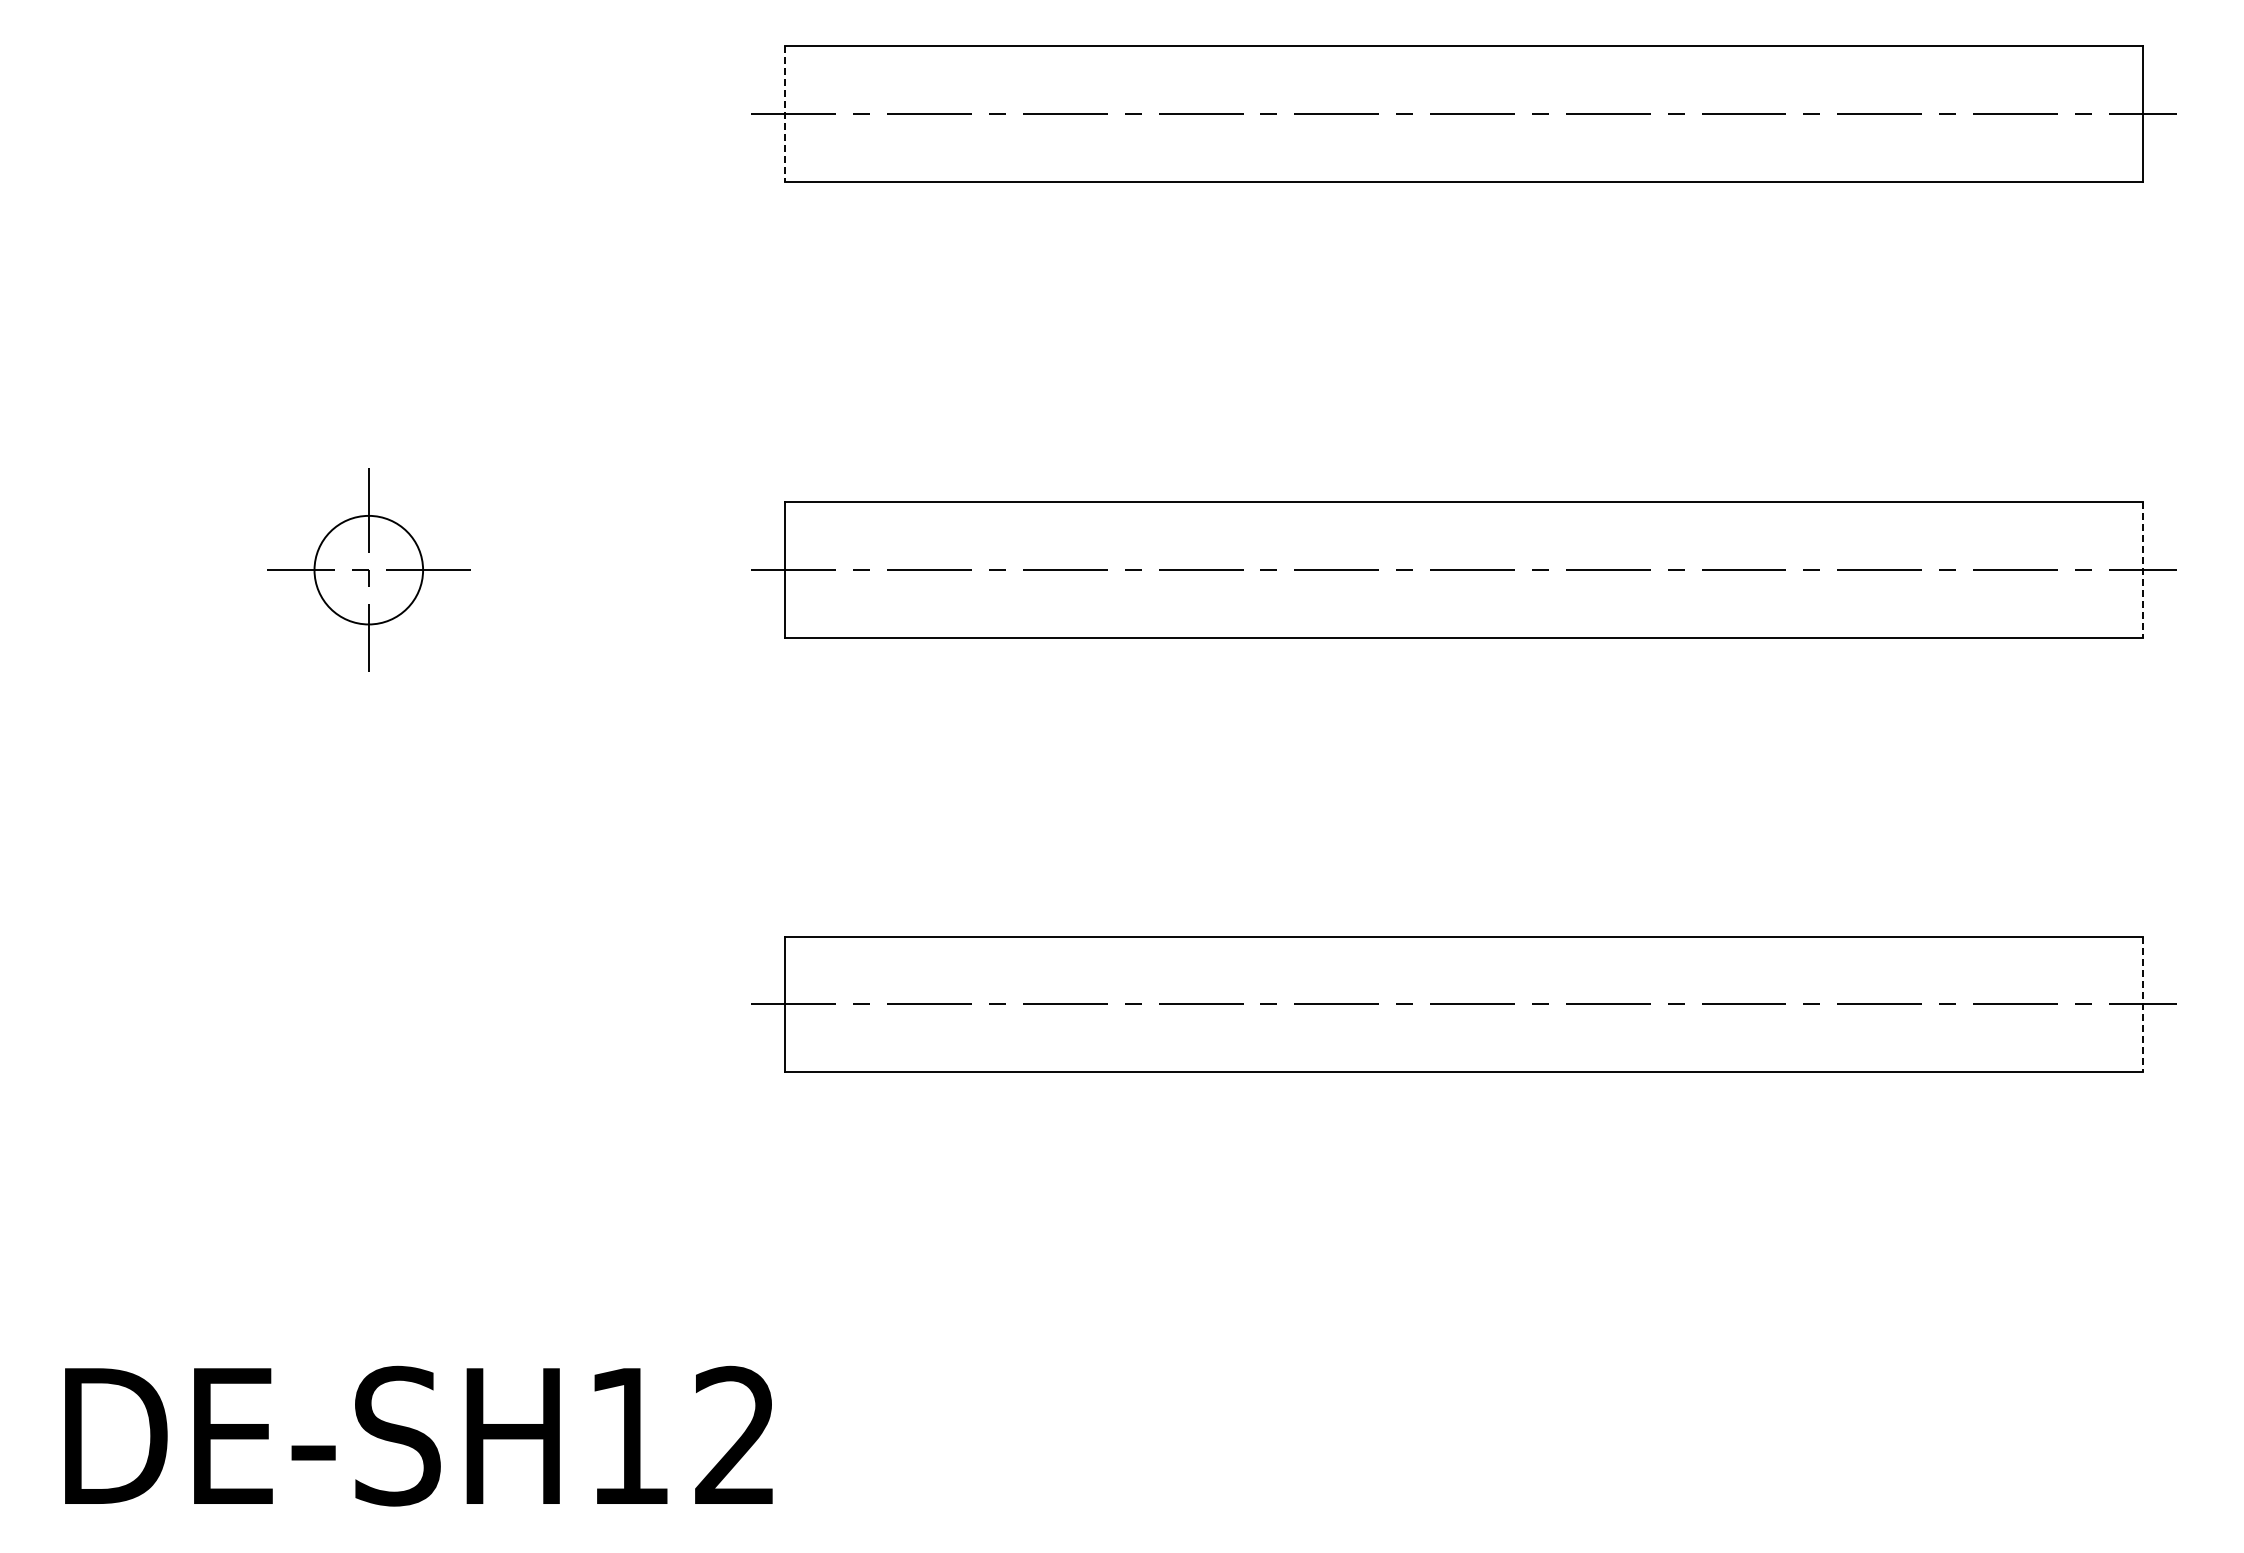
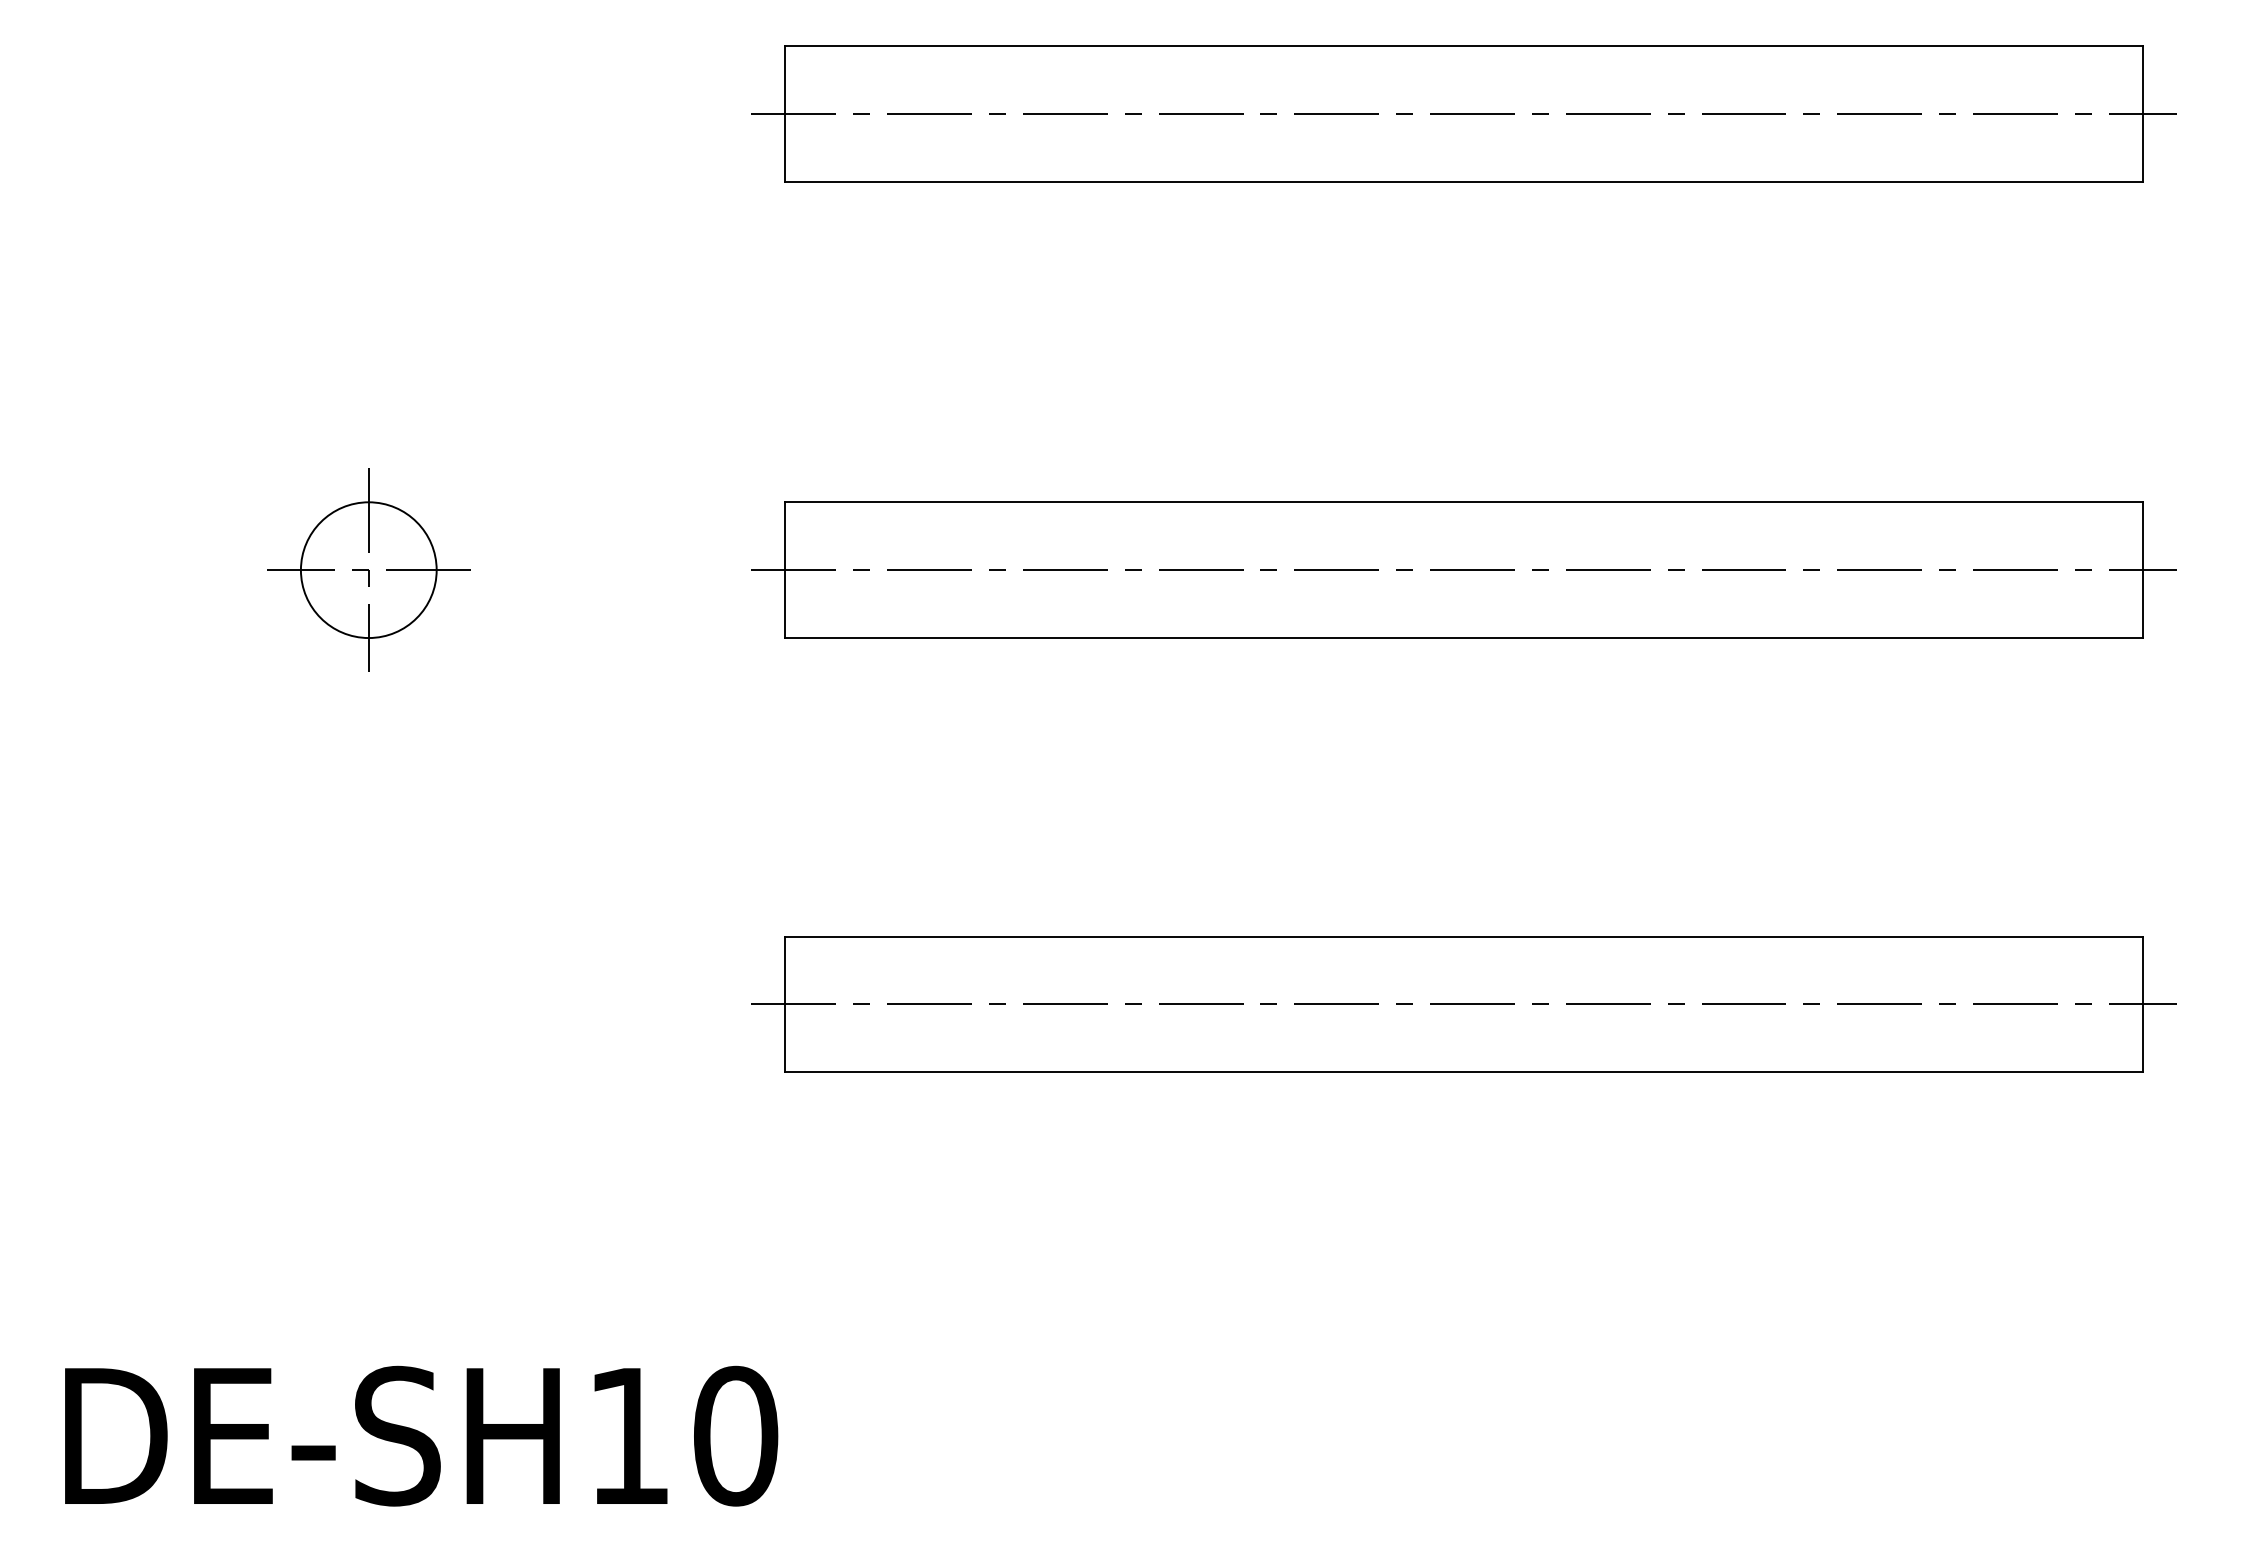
line at (785, 114): dashed -> solid
circle at (368, 569) diameter: 109 px -> 136 px
line at (2142, 570): dashed -> solid
line at (2142, 1004): dashed -> solid
text at (736, 1435): DE-SH12 -> DE-SH10
